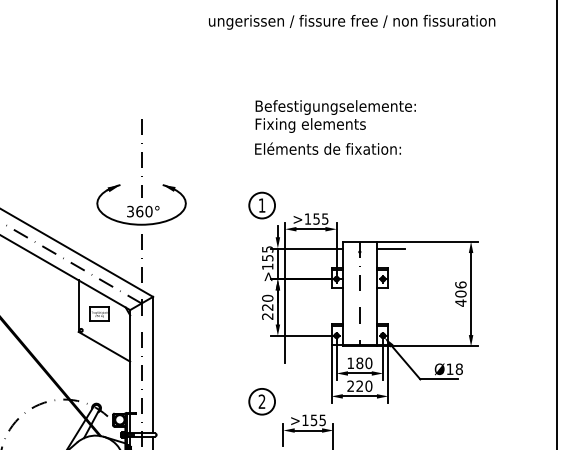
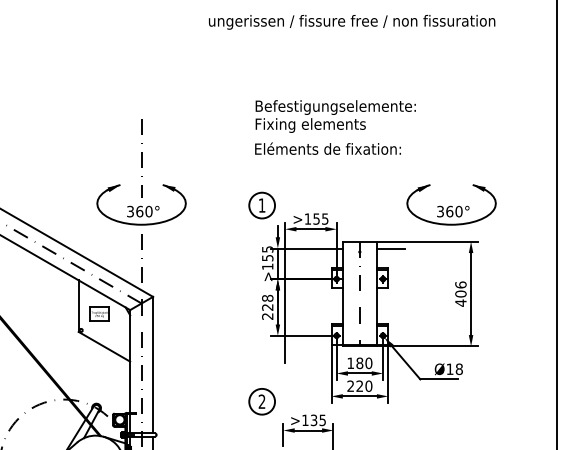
part at (451, 204): none -> present
text at (267, 297): 220 -> 228
text at (314, 419): >155 -> >135
